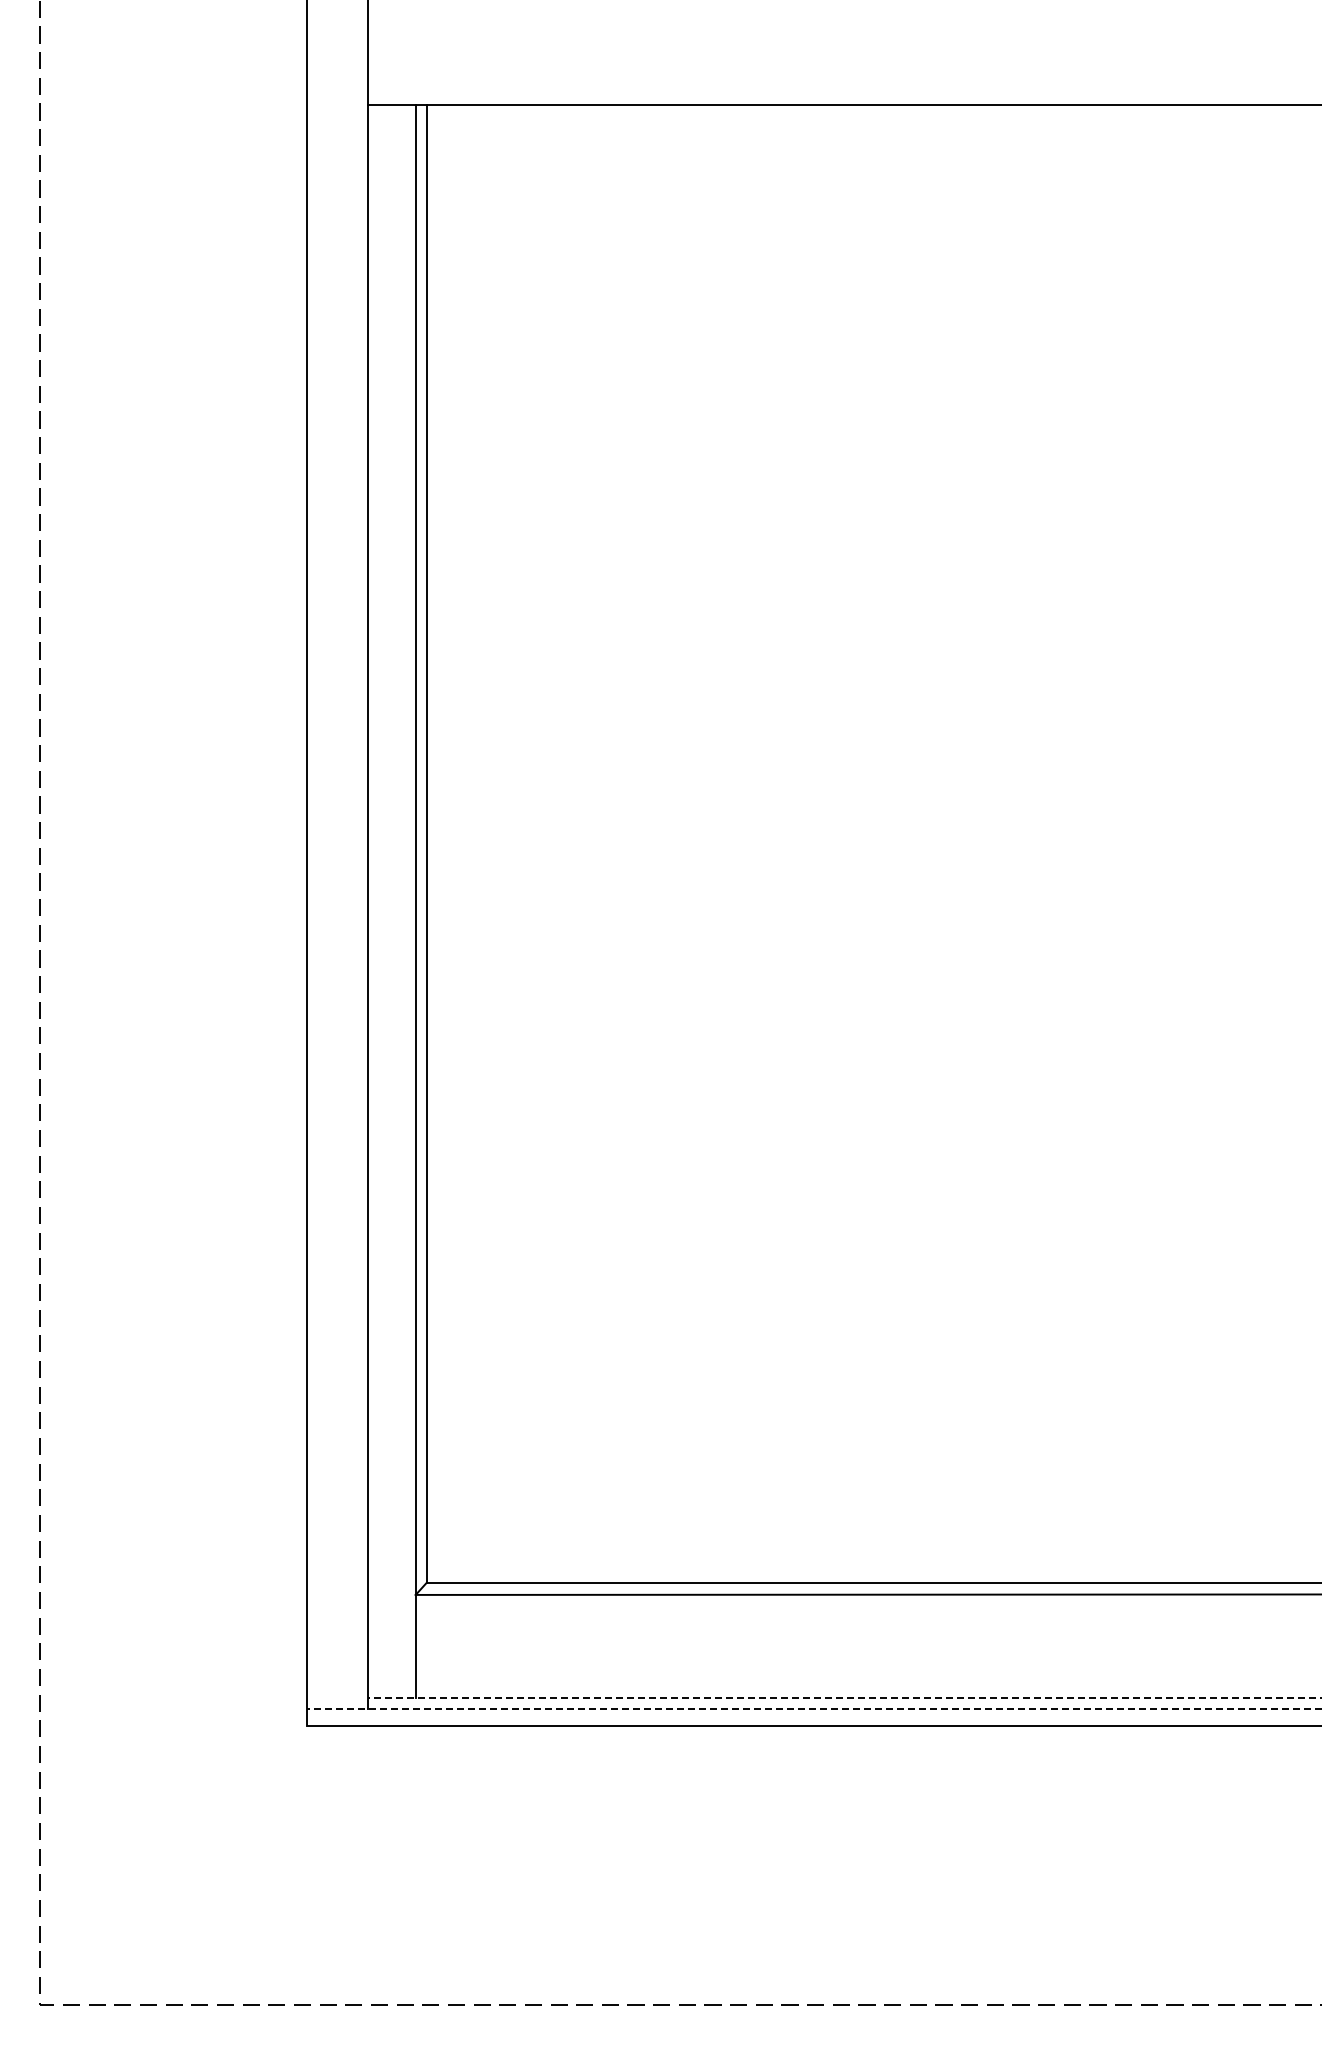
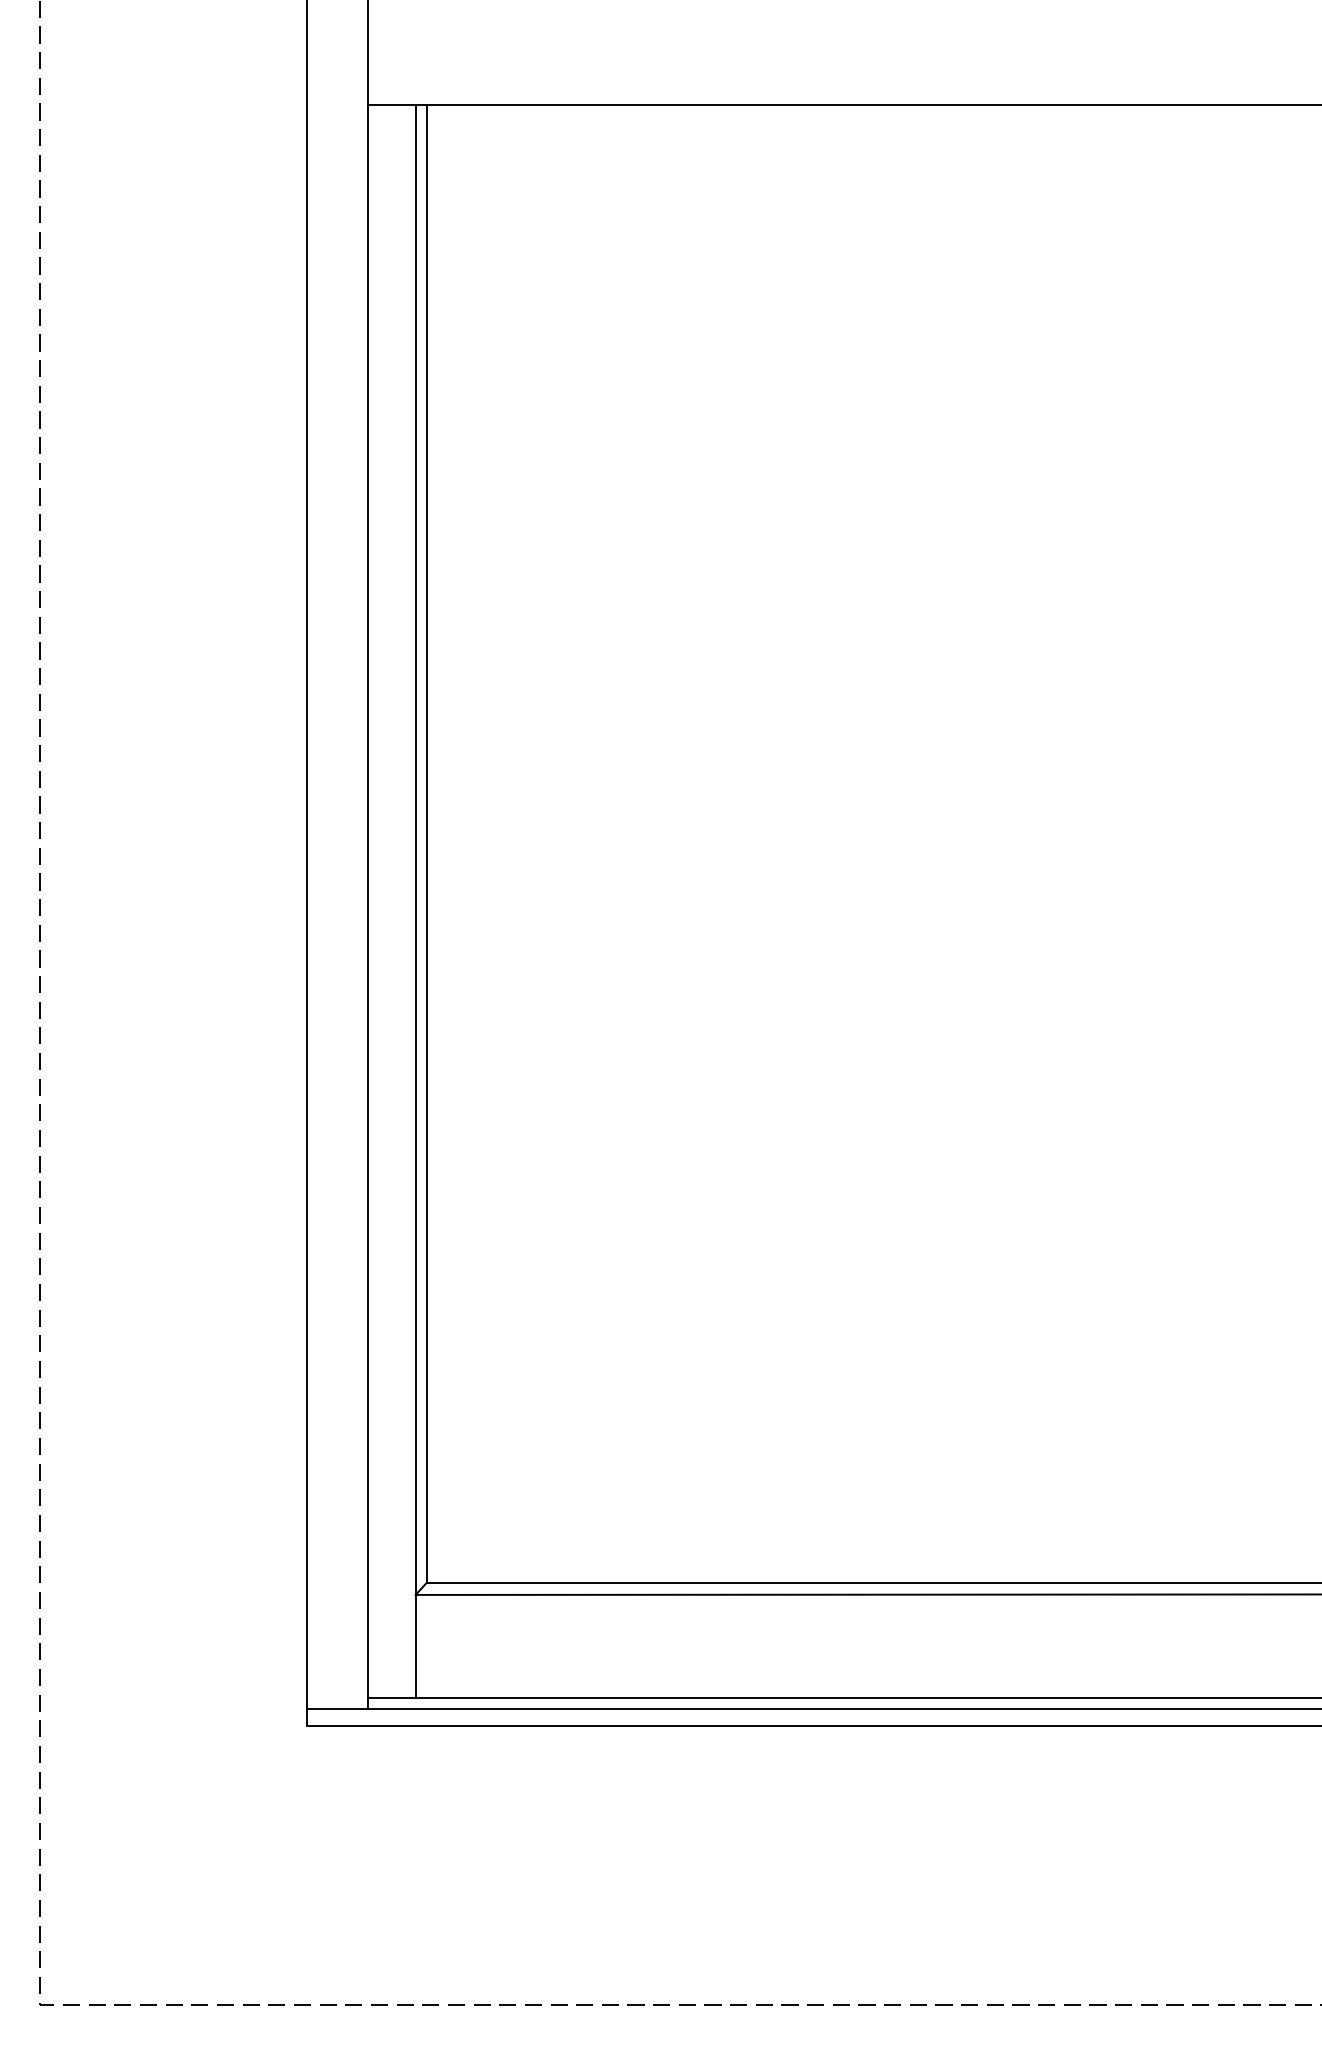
line at (844, 1698): dashed -> solid
line at (813, 1708): dashed -> solid
